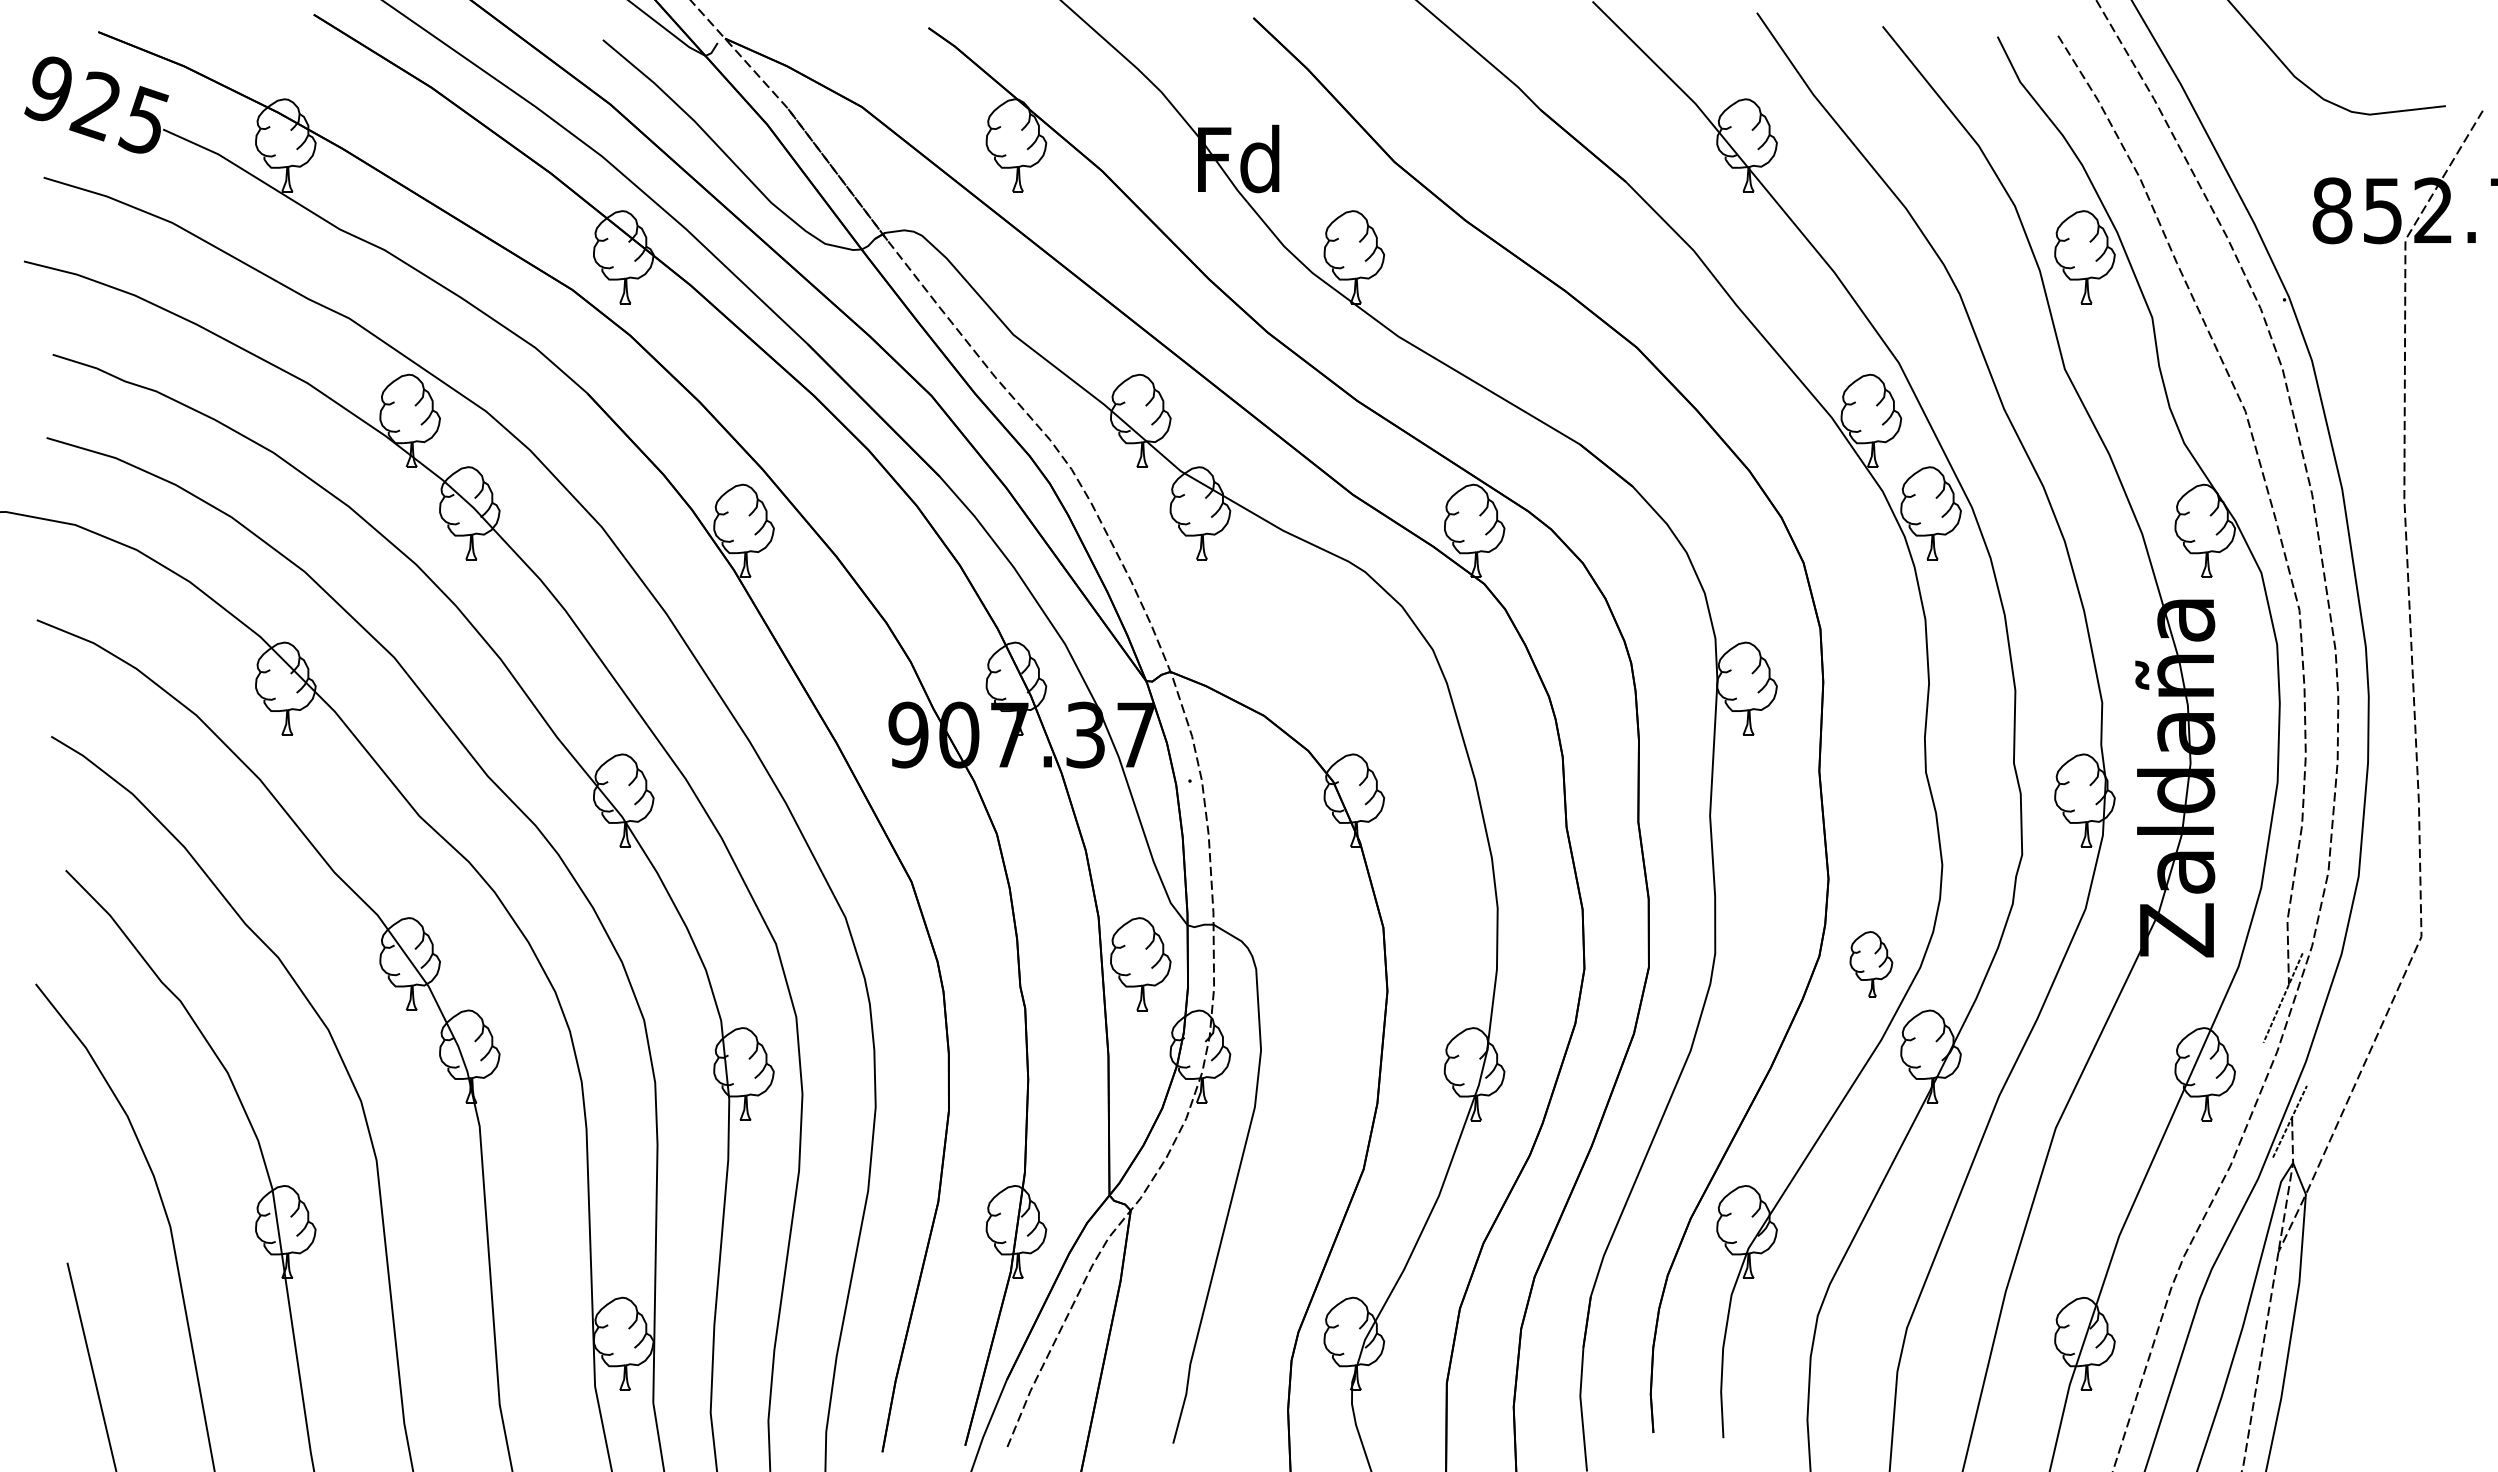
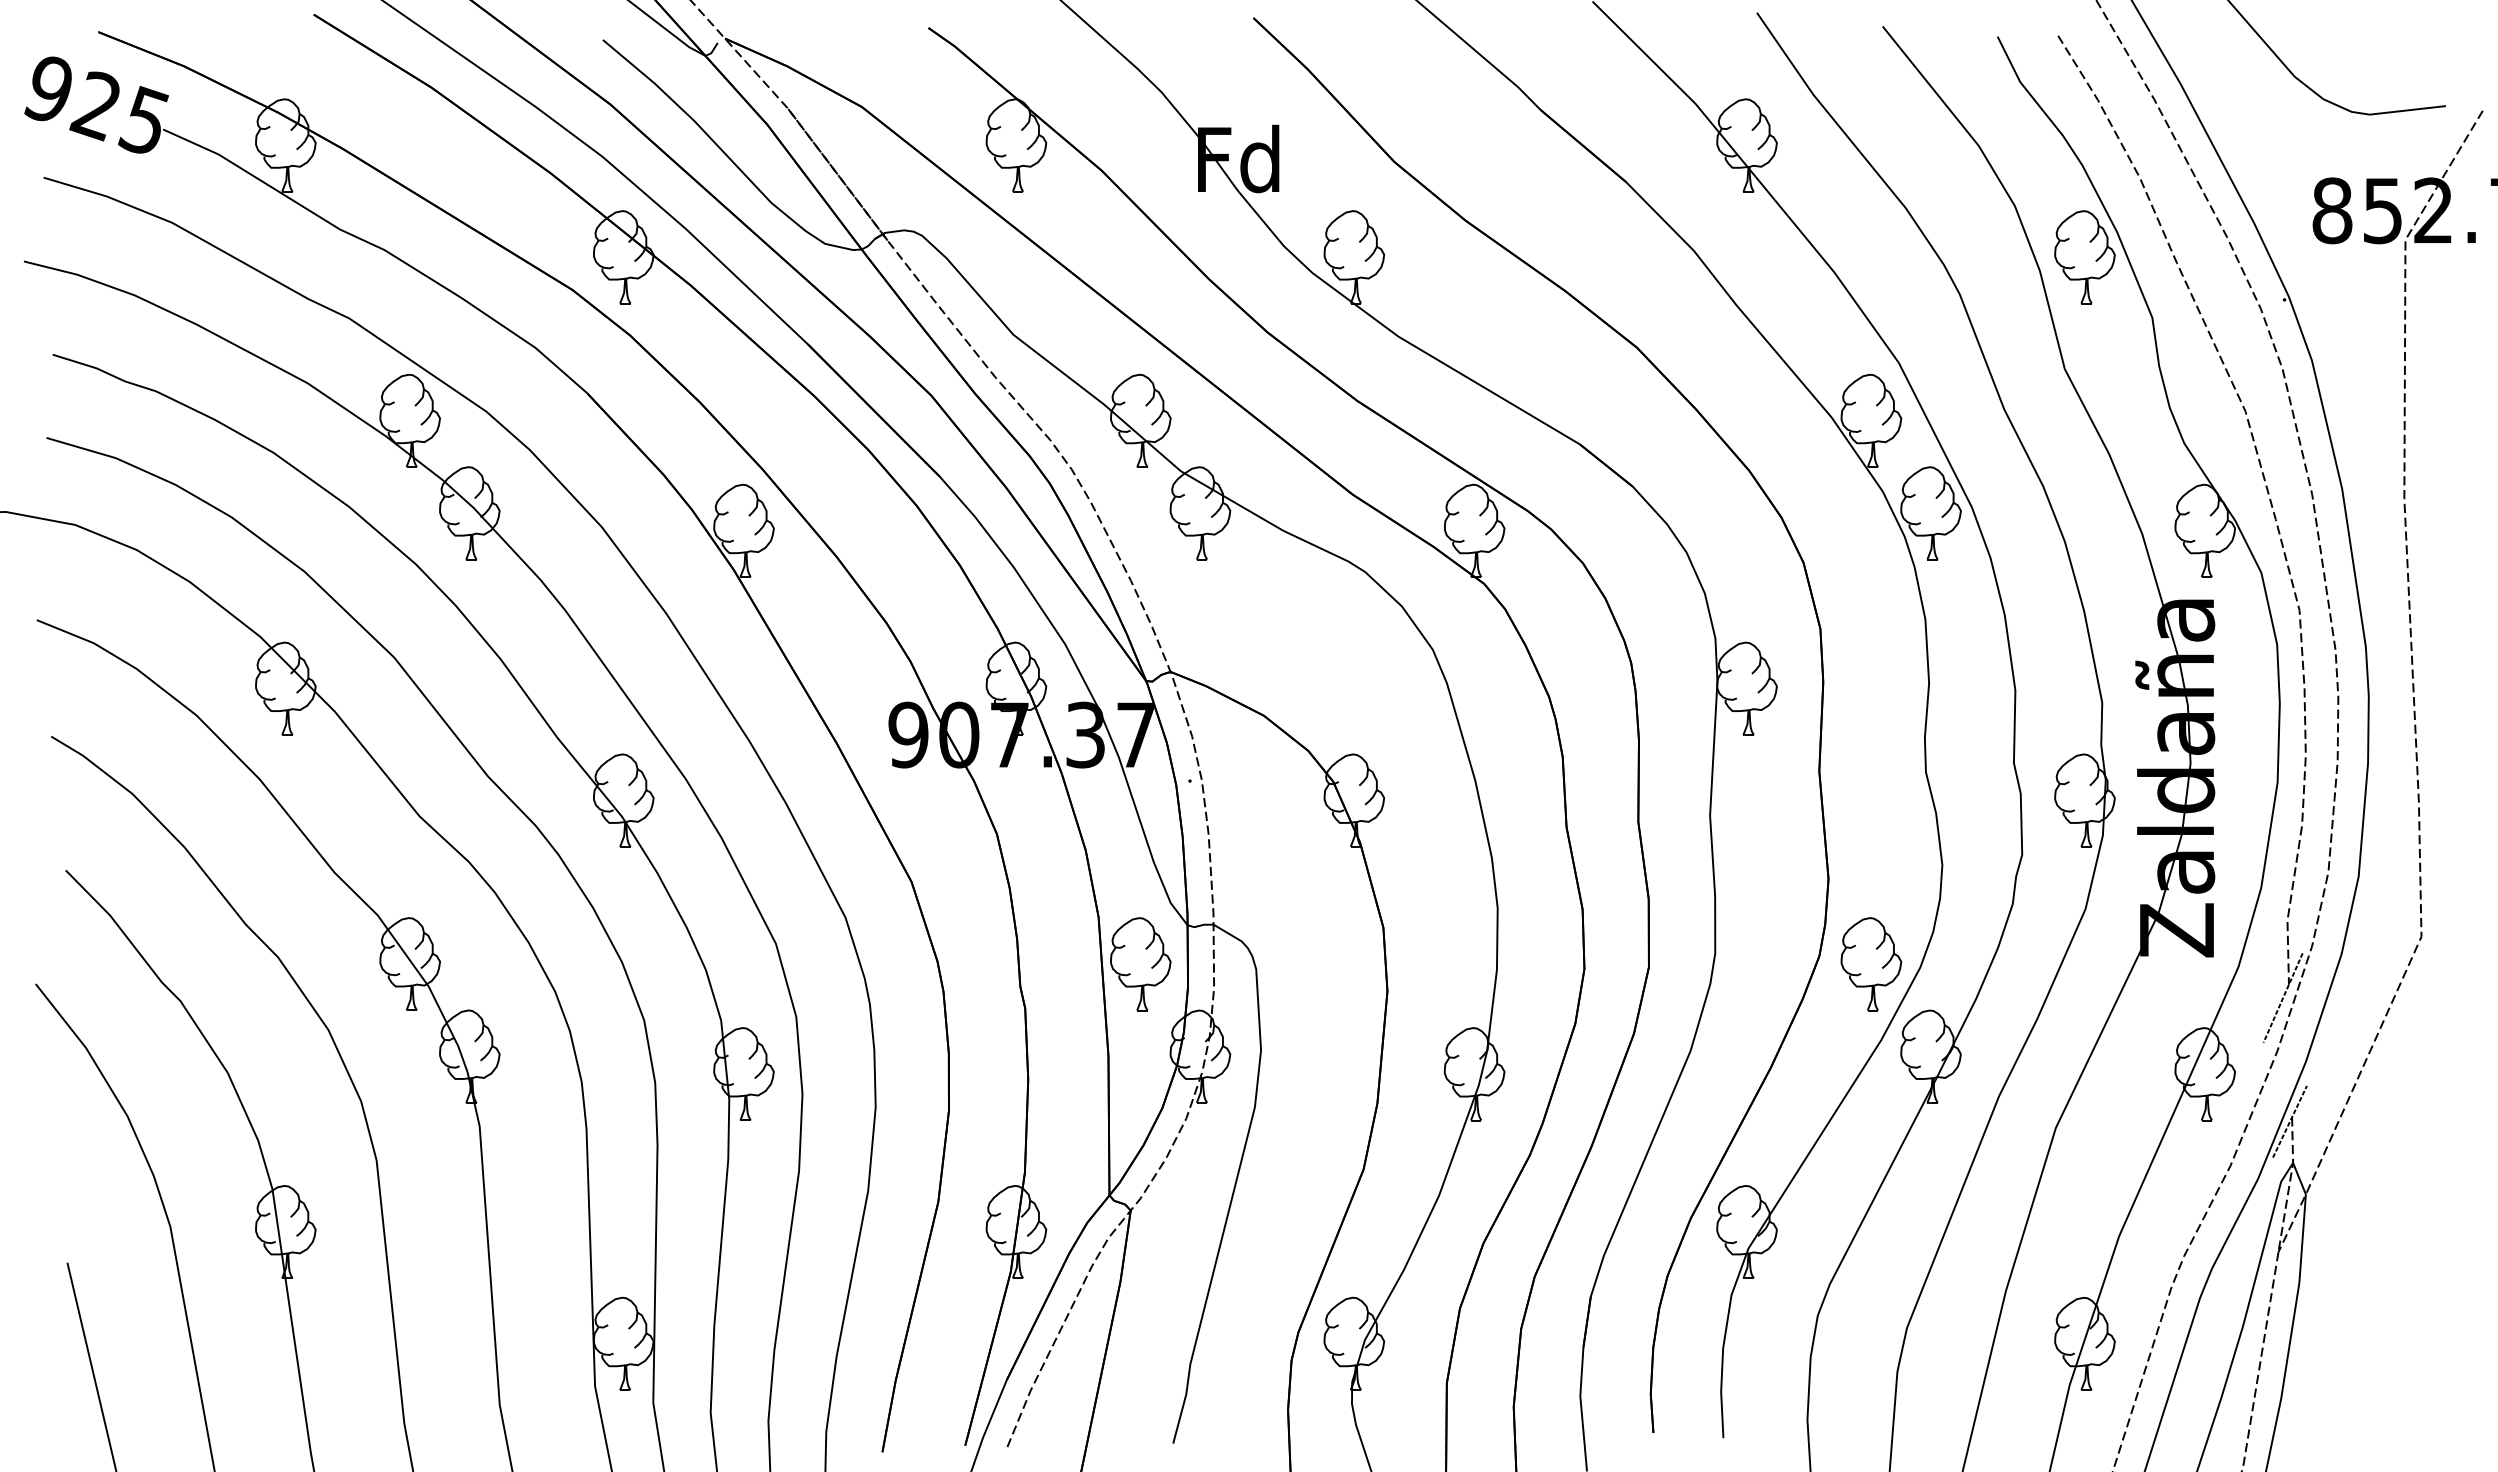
part at (1871, 964) size: 45x67 px -> 63x95 px
